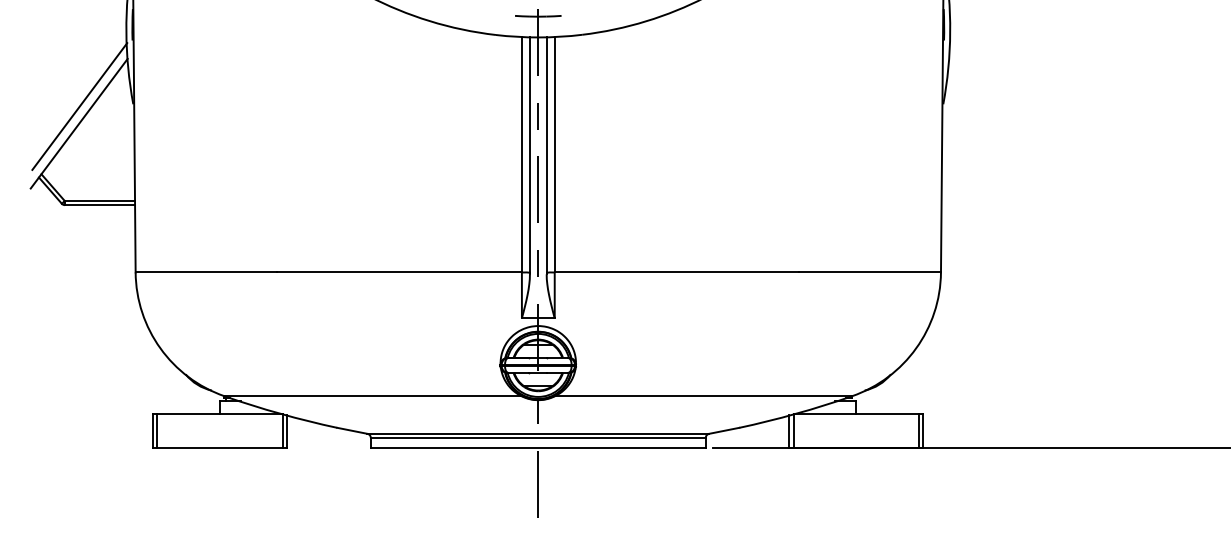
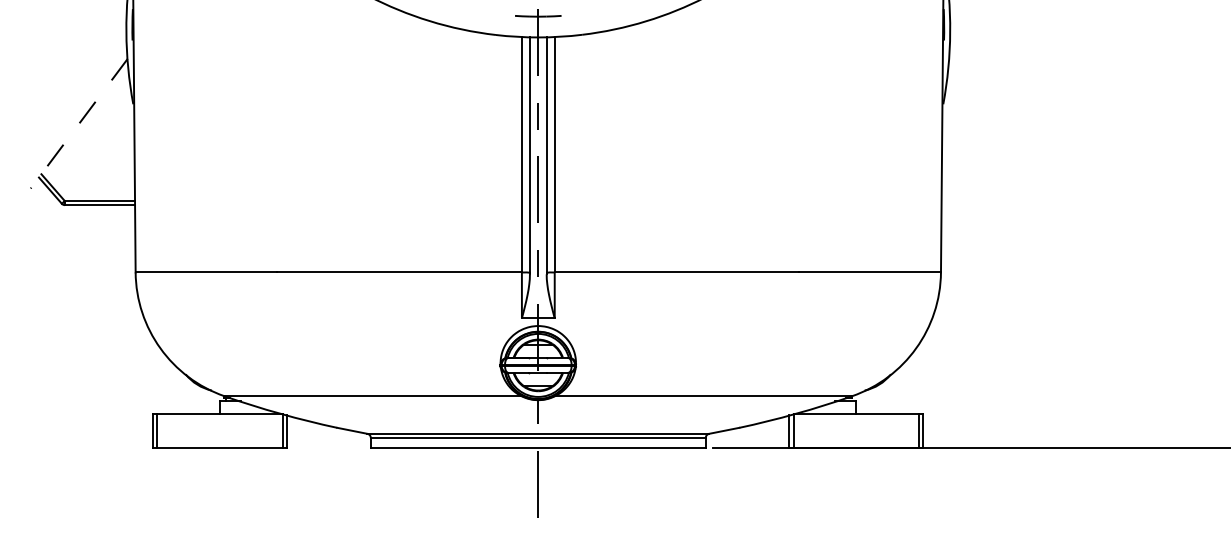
line at (79, 106): present -> none
line at (79, 123): solid -> dashed
